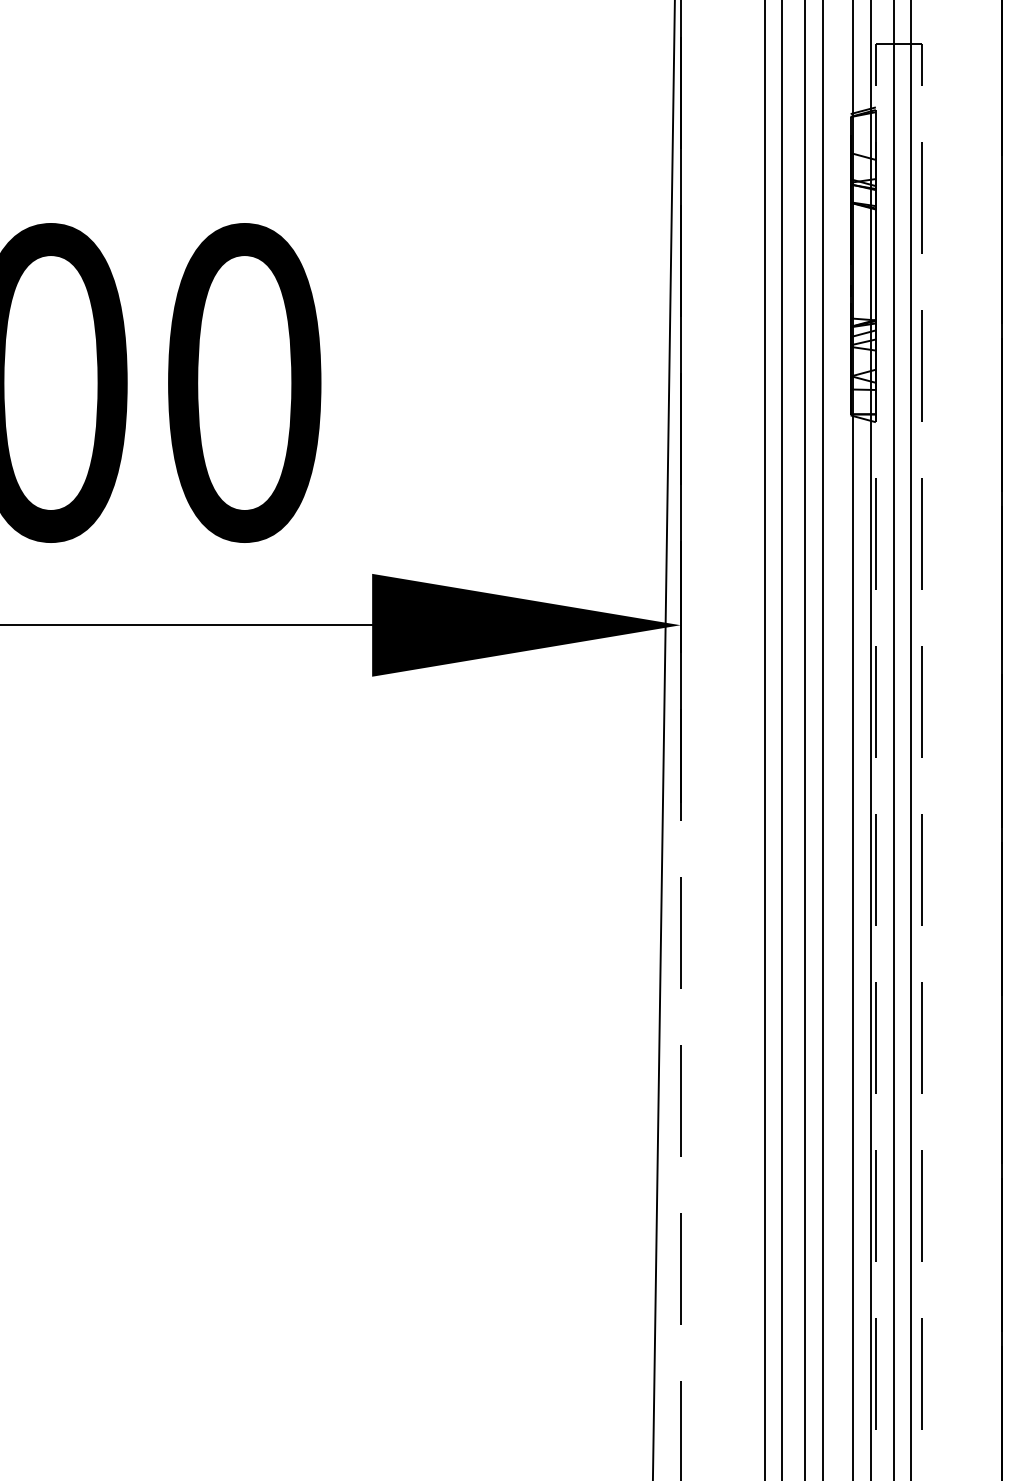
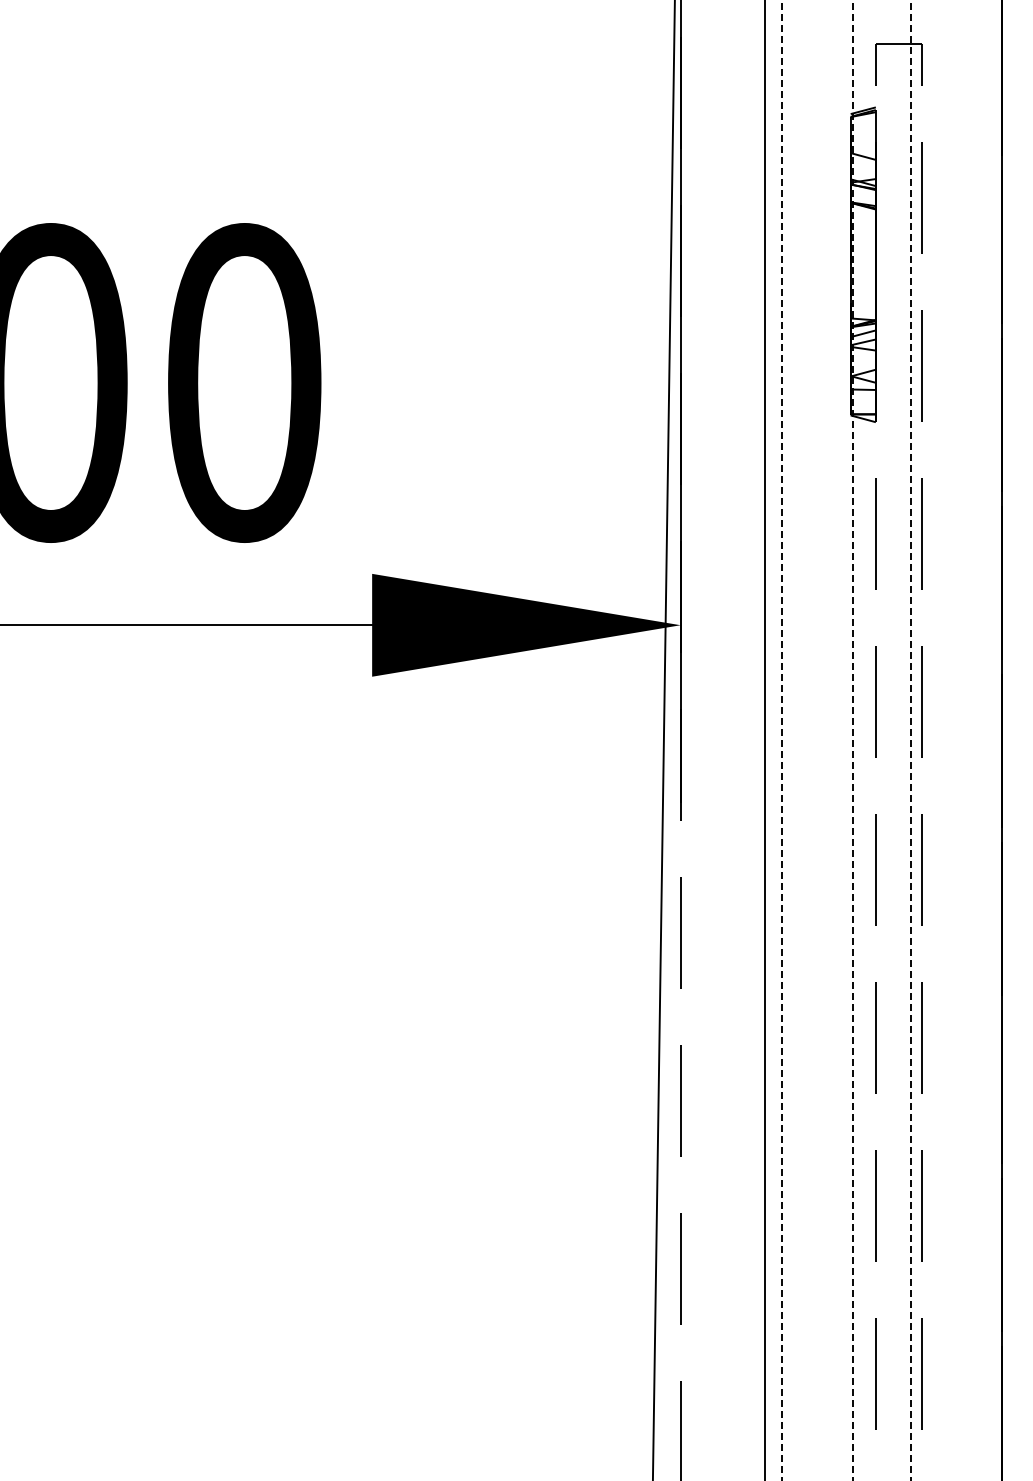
line at (805, 739): present -> none
line at (823, 739): present -> none
line at (870, 739): present -> none
line at (893, 739): present -> none
line at (782, 740): solid -> dashed
line at (852, 740): solid -> dashed
line at (911, 740): solid -> dashed
